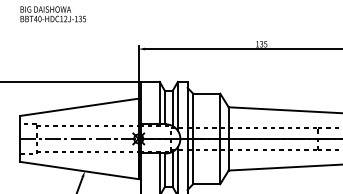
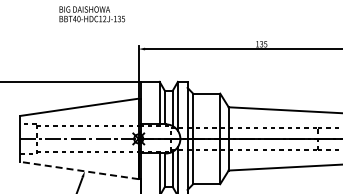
text at (52, 14) position: (52, 14) -> (91, 14)
line at (79, 170): solid -> dashed
